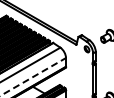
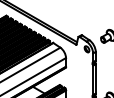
line at (33, 77): dashed -> solid
